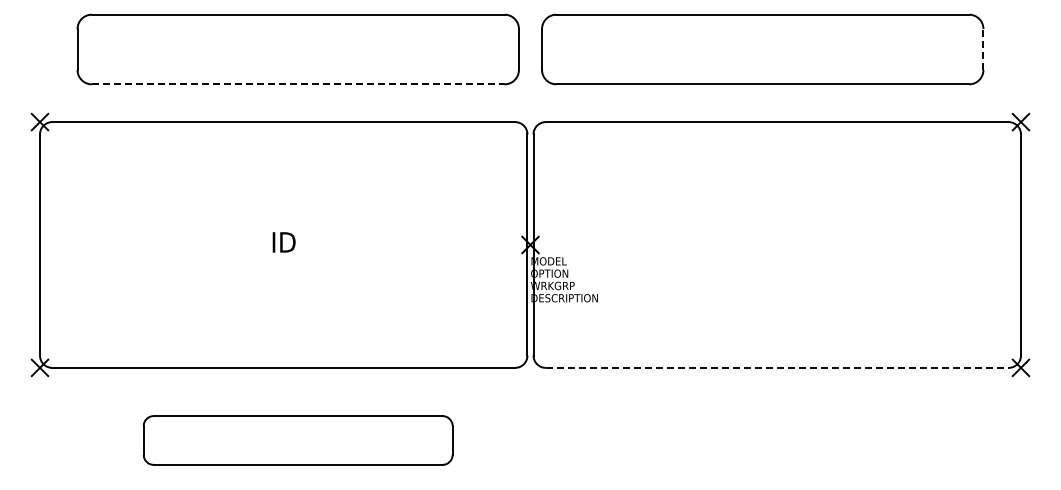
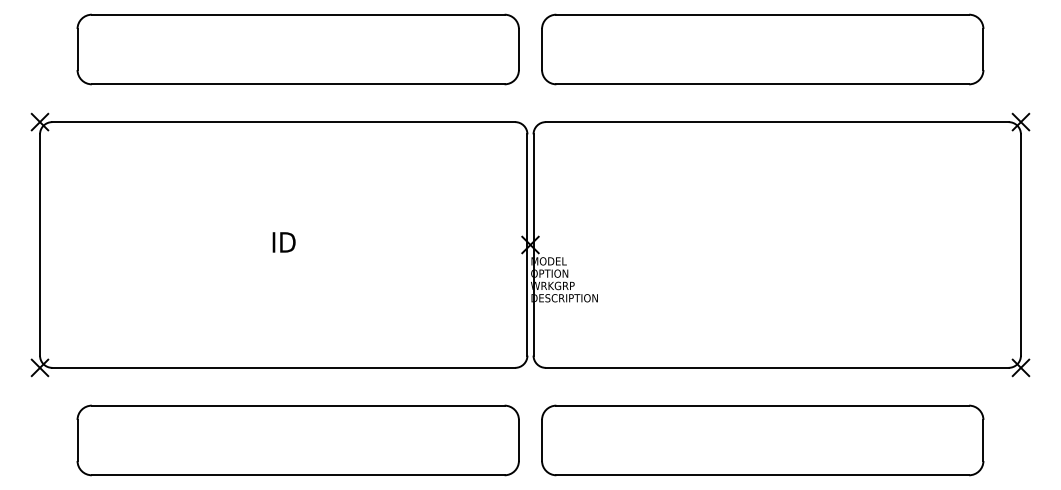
line at (983, 49): dashed -> solid
line at (298, 84): dashed -> solid
line at (777, 367): dashed -> solid
part at (297, 440) size: 312x51 px -> 444x73 px
part at (762, 440): none -> present
